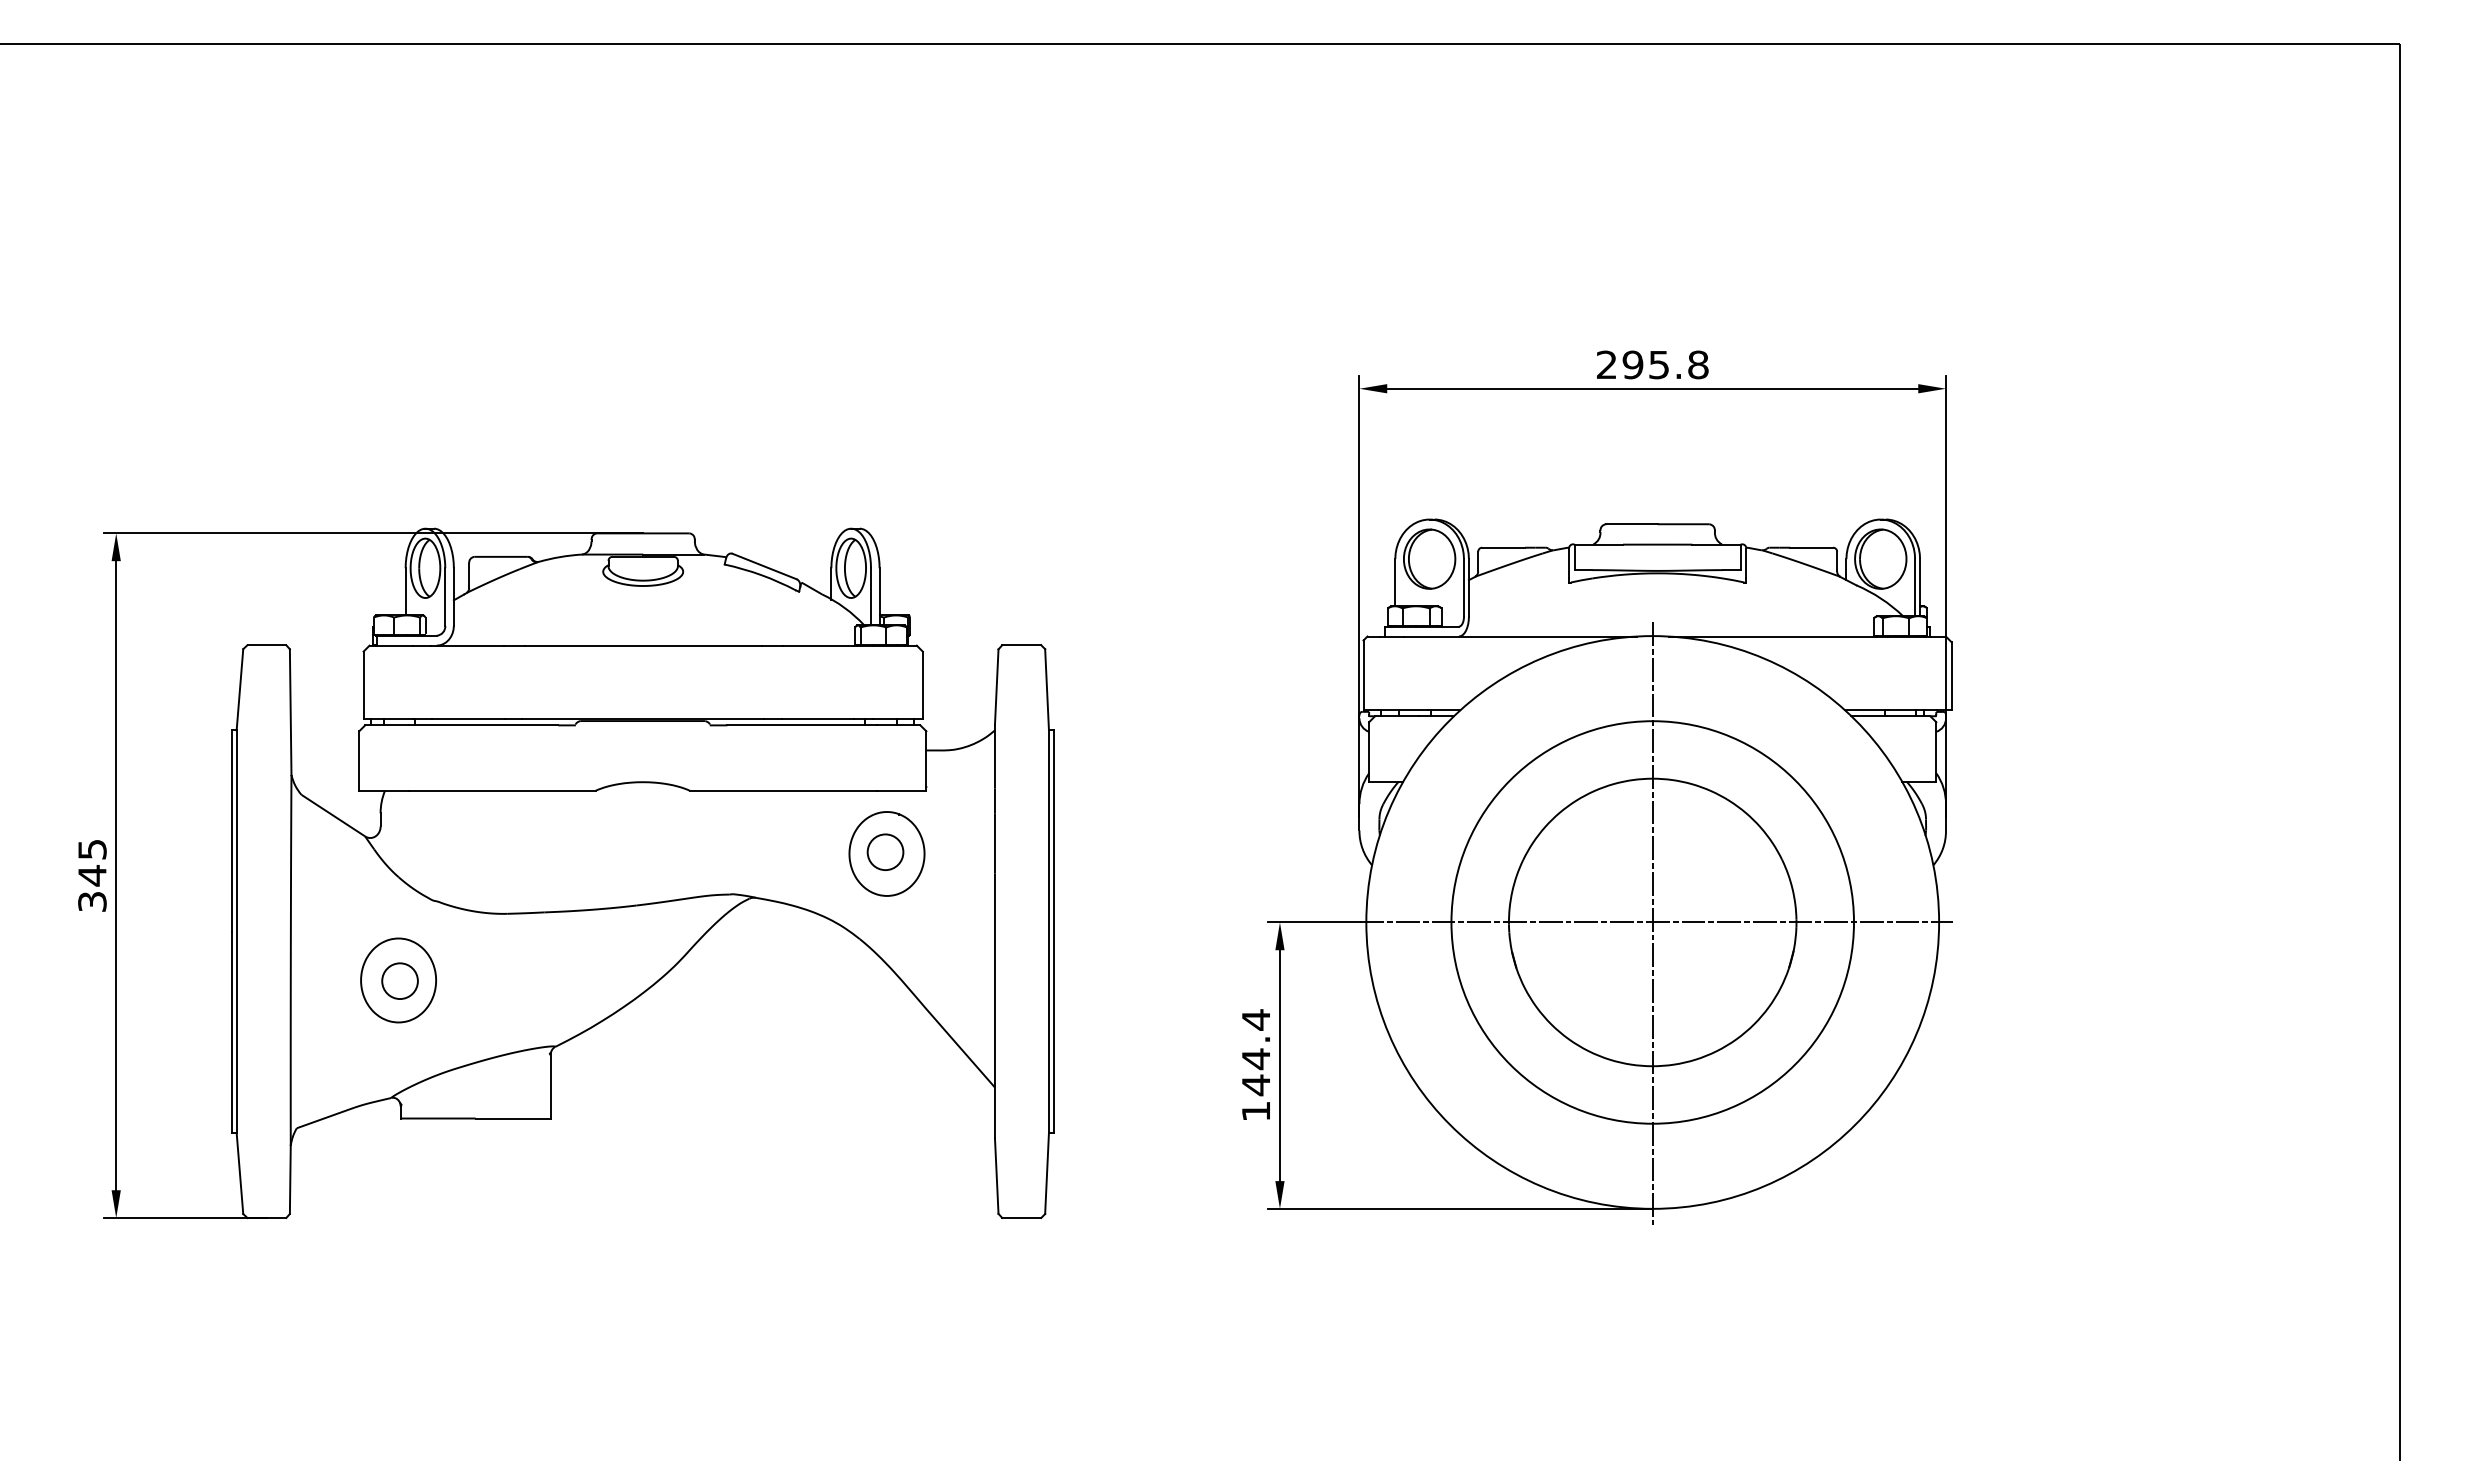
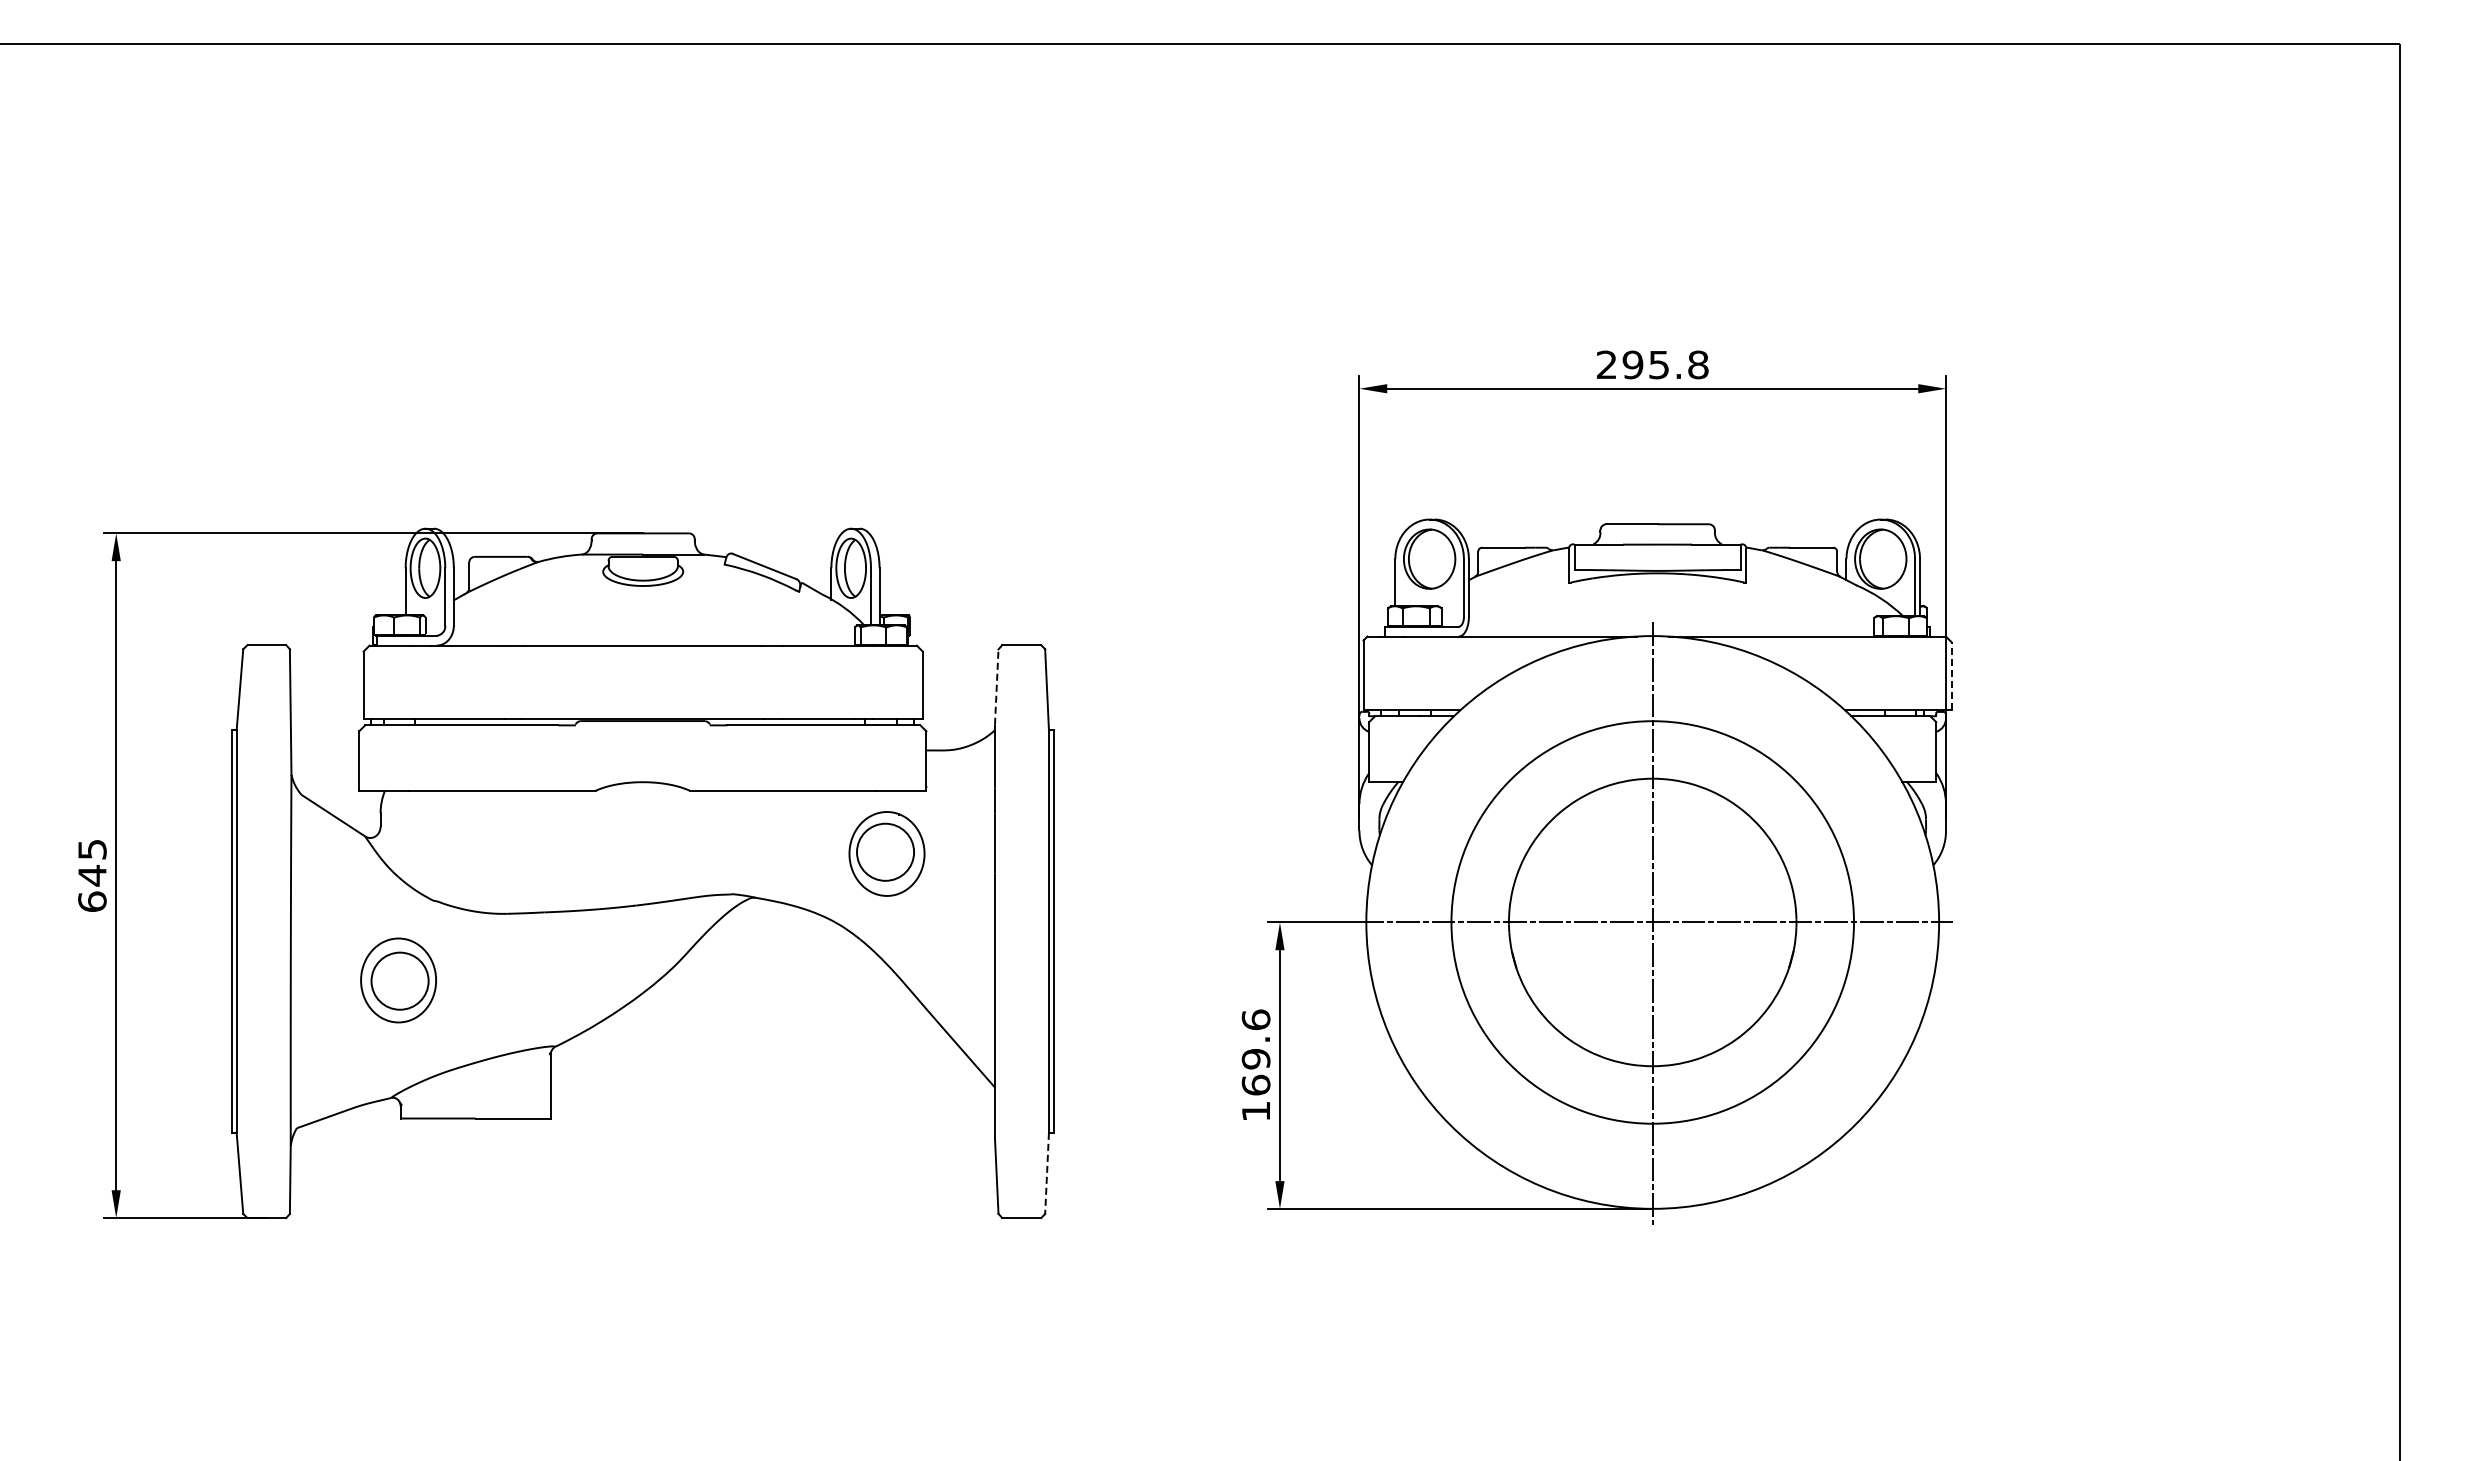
line at (1951, 676): solid -> dashed
line at (996, 687): solid -> dashed
circle at (885, 852) diameter: 36 px -> 57 px
text at (92, 901): 345 -> 645
circle at (399, 981) diameter: 36 px -> 57 px
text at (1255, 1052): 144.4 -> 169.6
line at (1047, 1173): solid -> dashed
